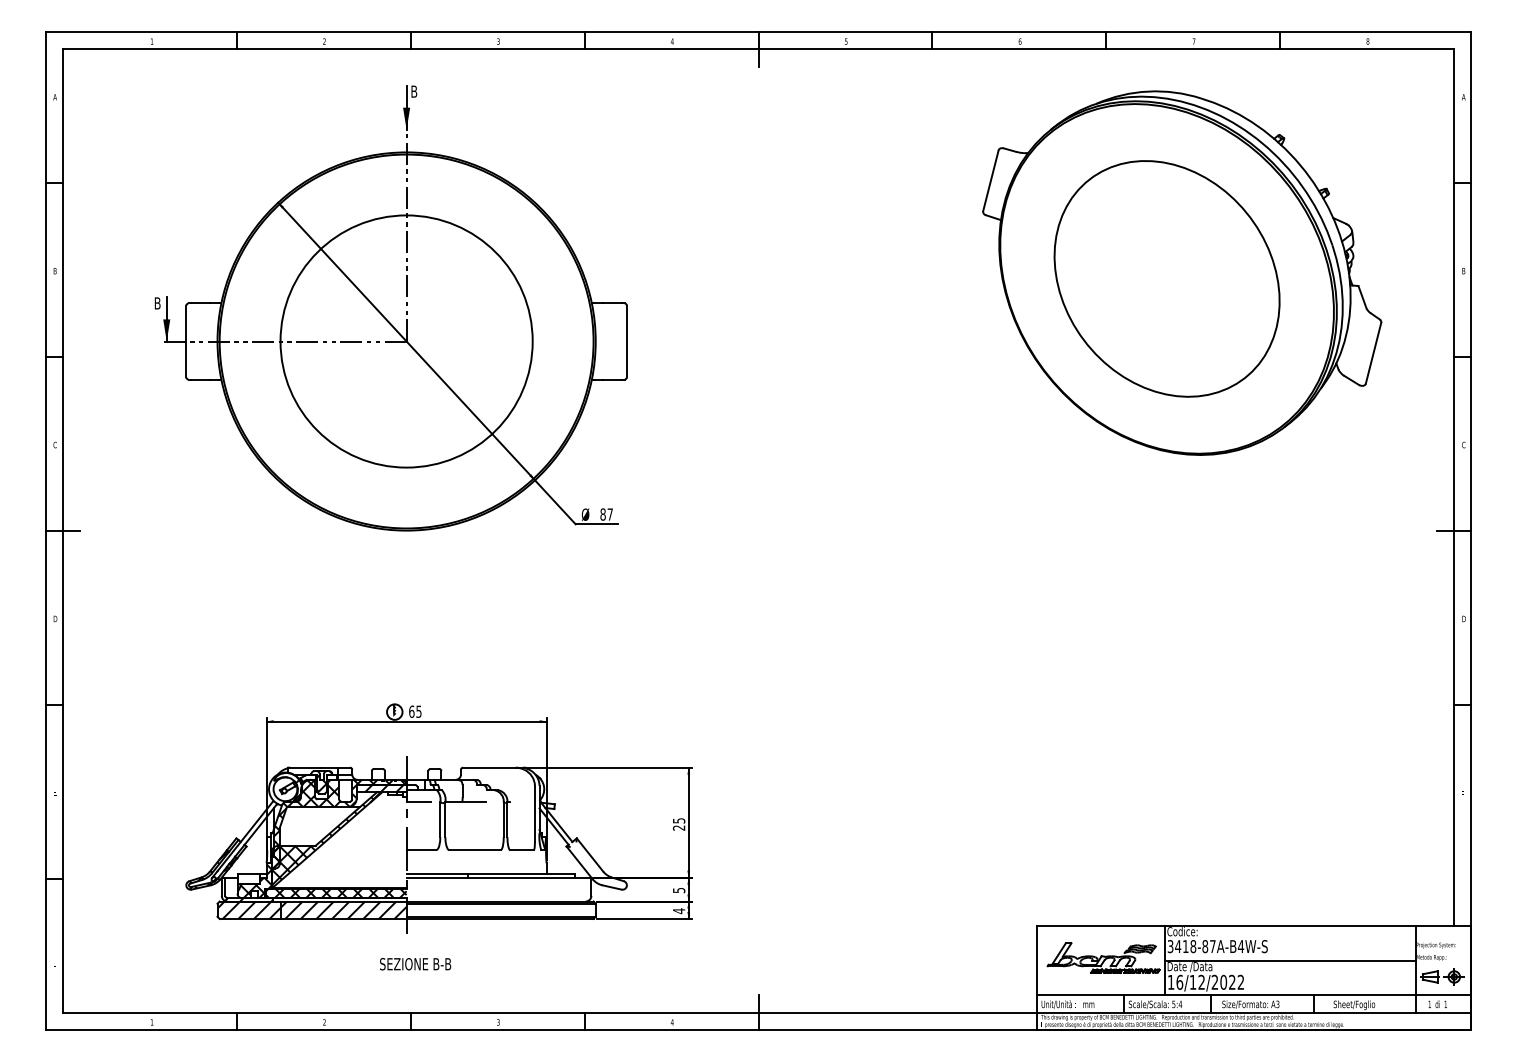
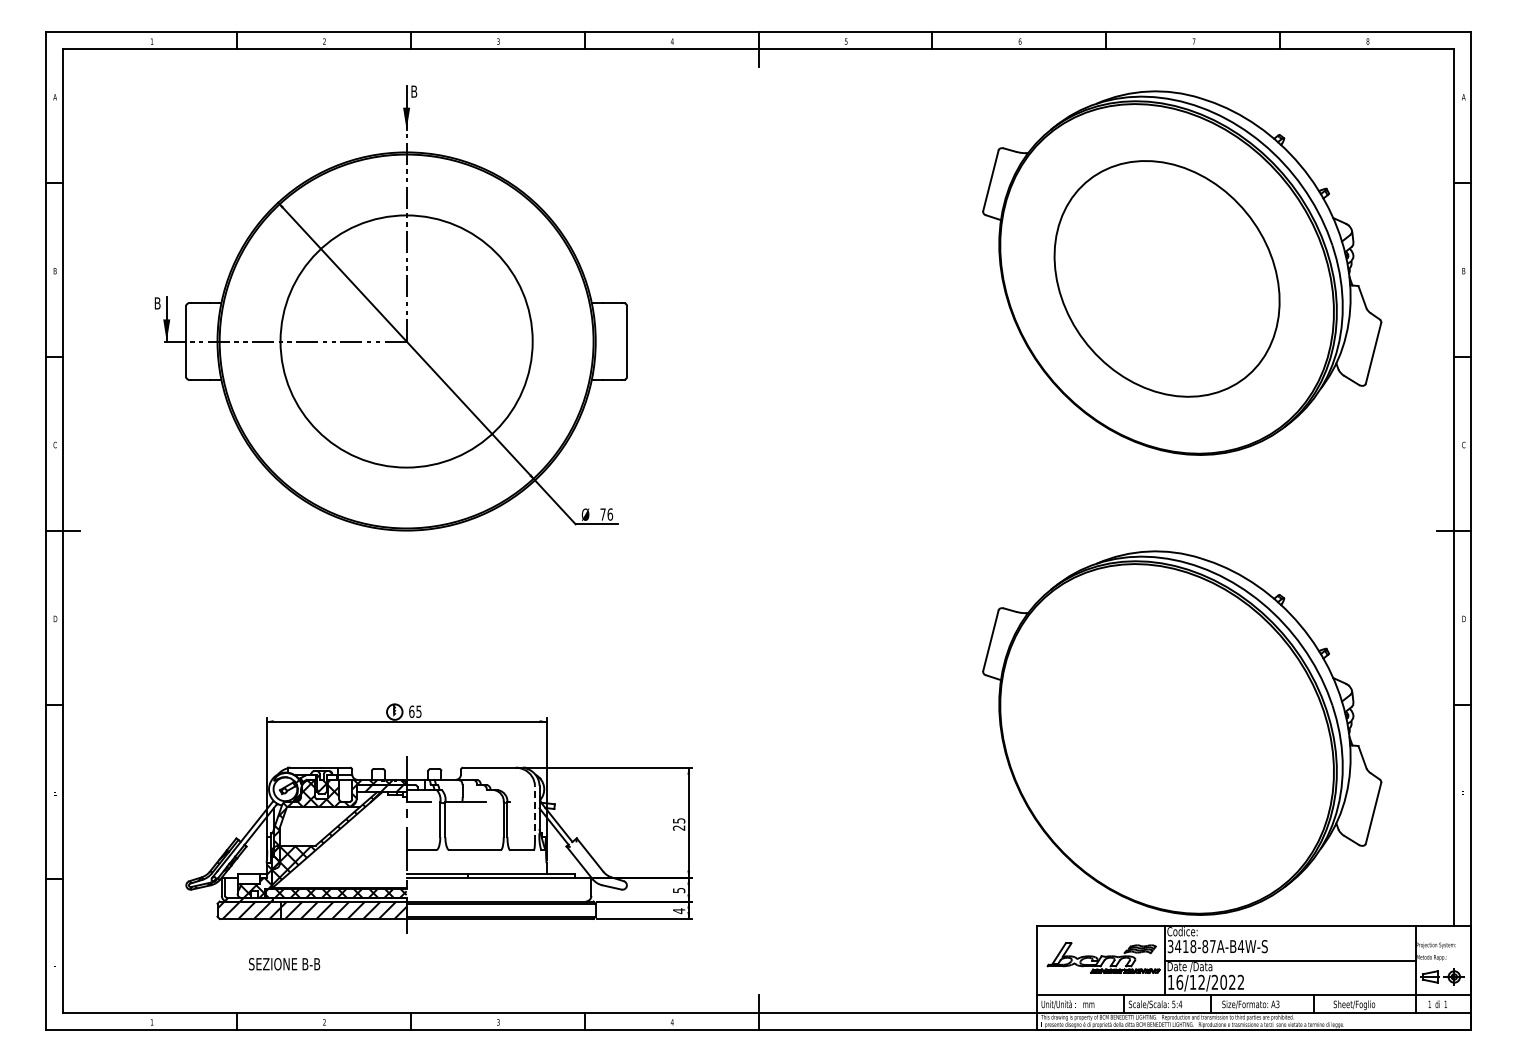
text at (606, 514): 87 -> 76
part at (1182, 732): none -> present
line at (534, 813): solid -> dashed
text at (415, 964) position: (415, 964) -> (284, 964)
